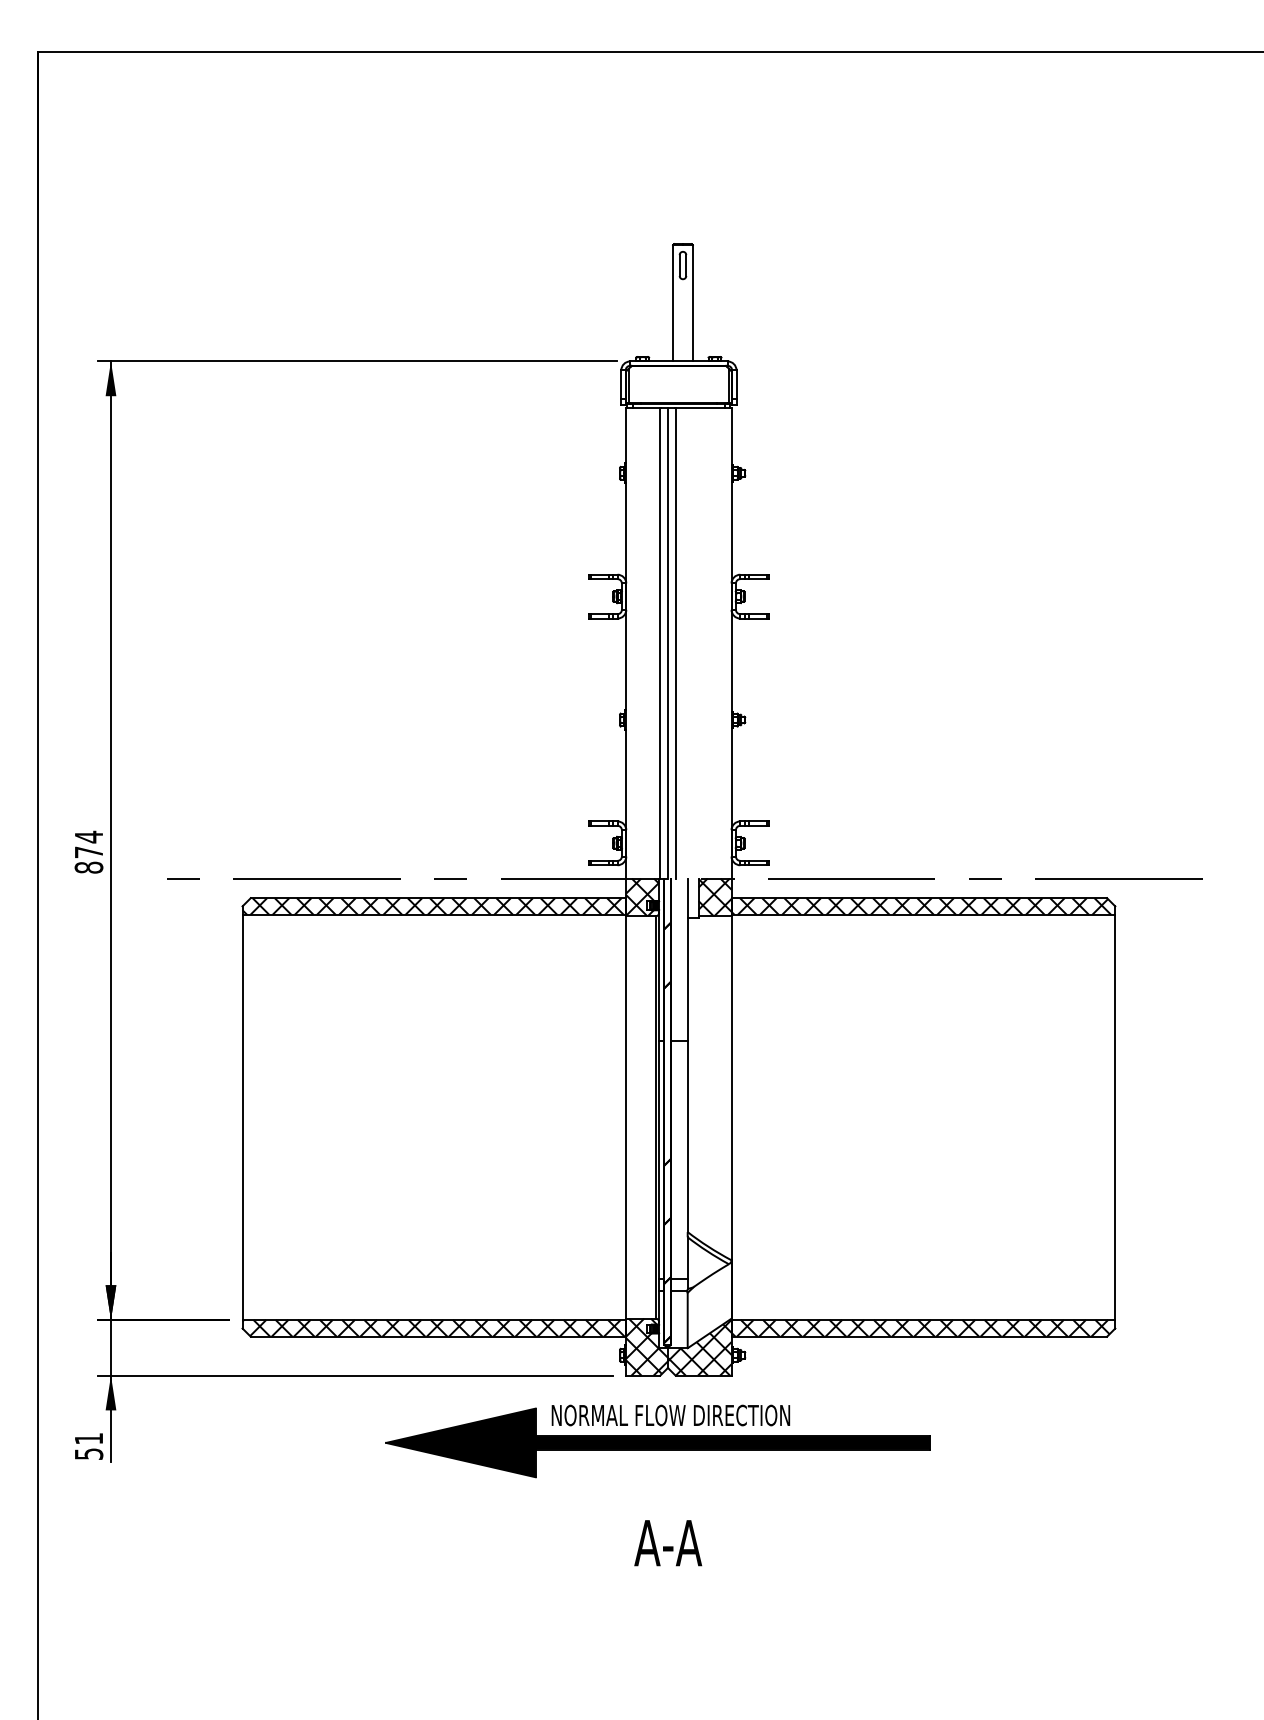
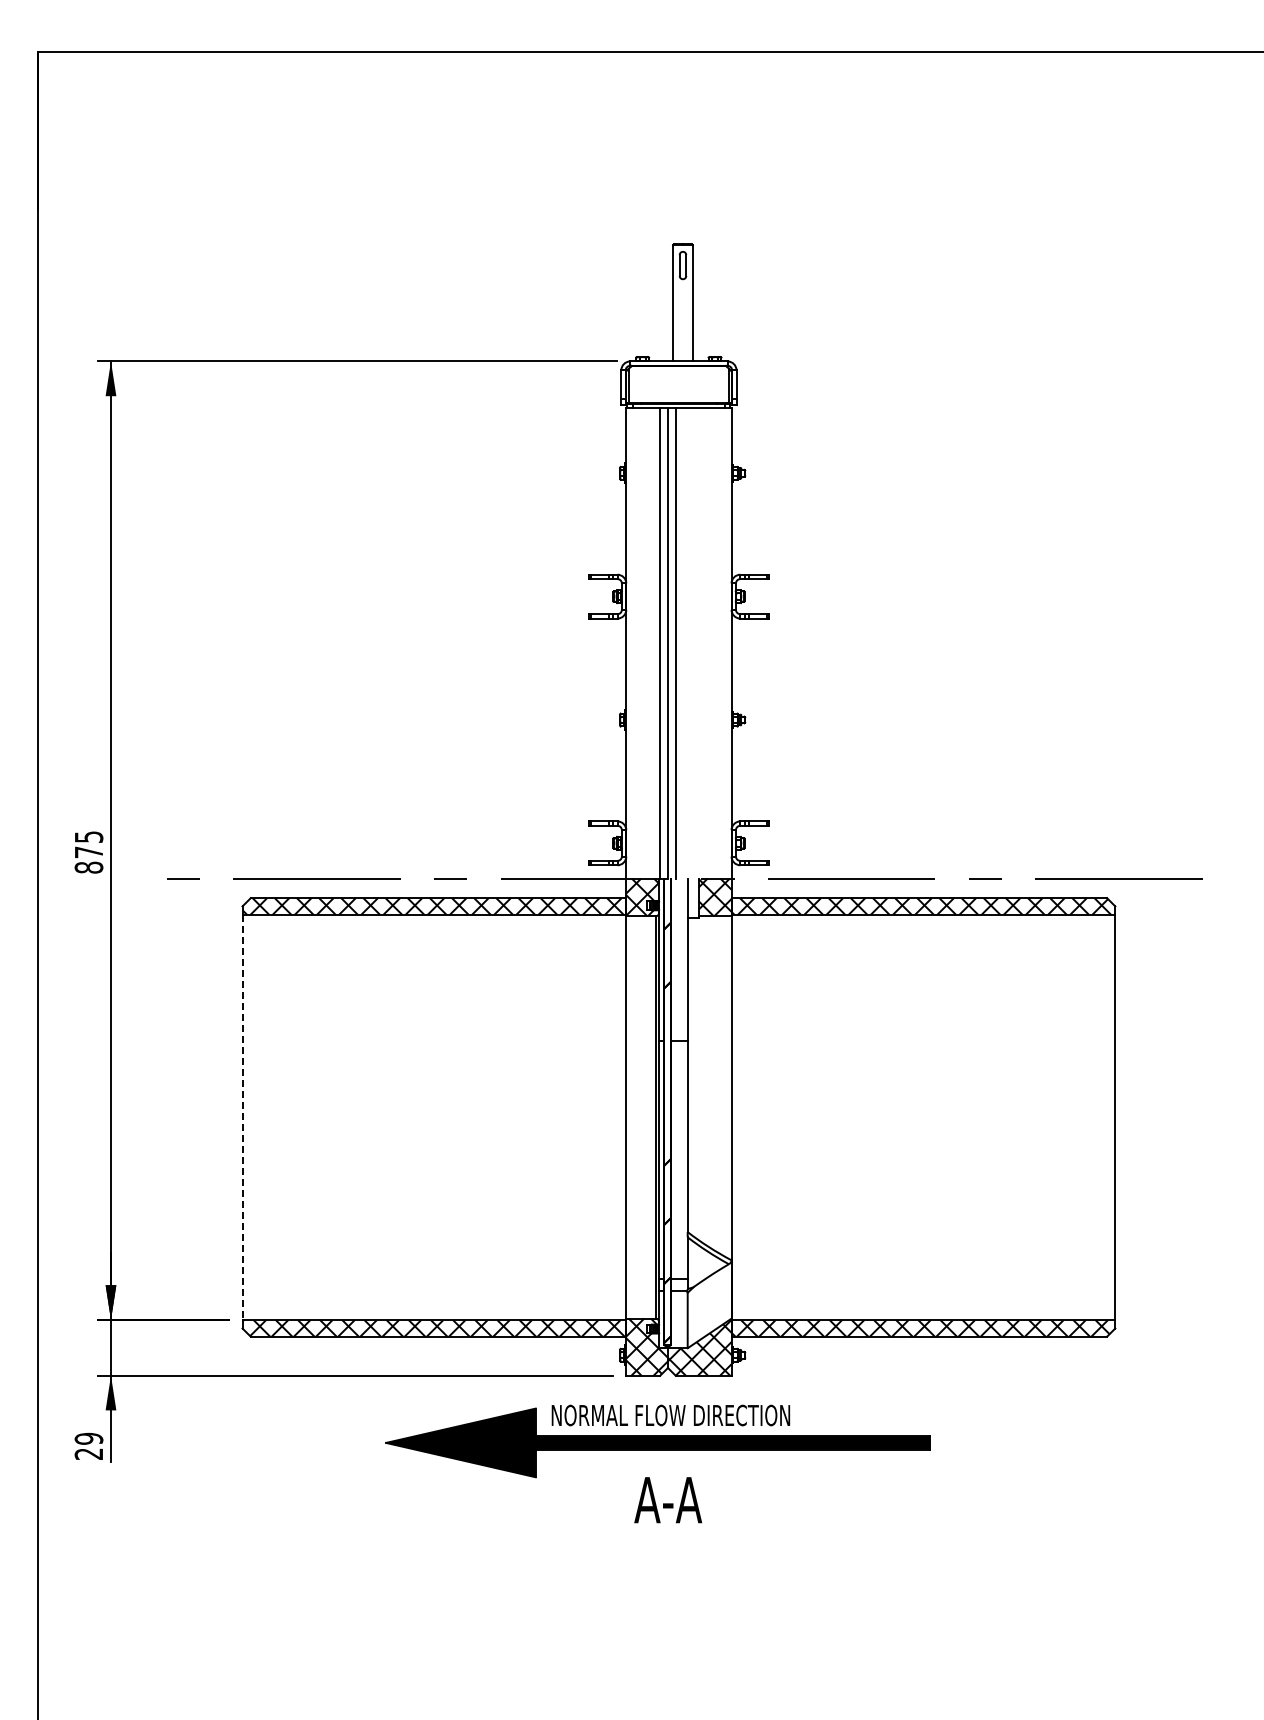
text at (89, 836): 874 -> 875
line at (242, 1117): solid -> dashed
text at (88, 1445): 51 -> 29
text at (668, 1543) position: (668, 1543) -> (668, 1500)
